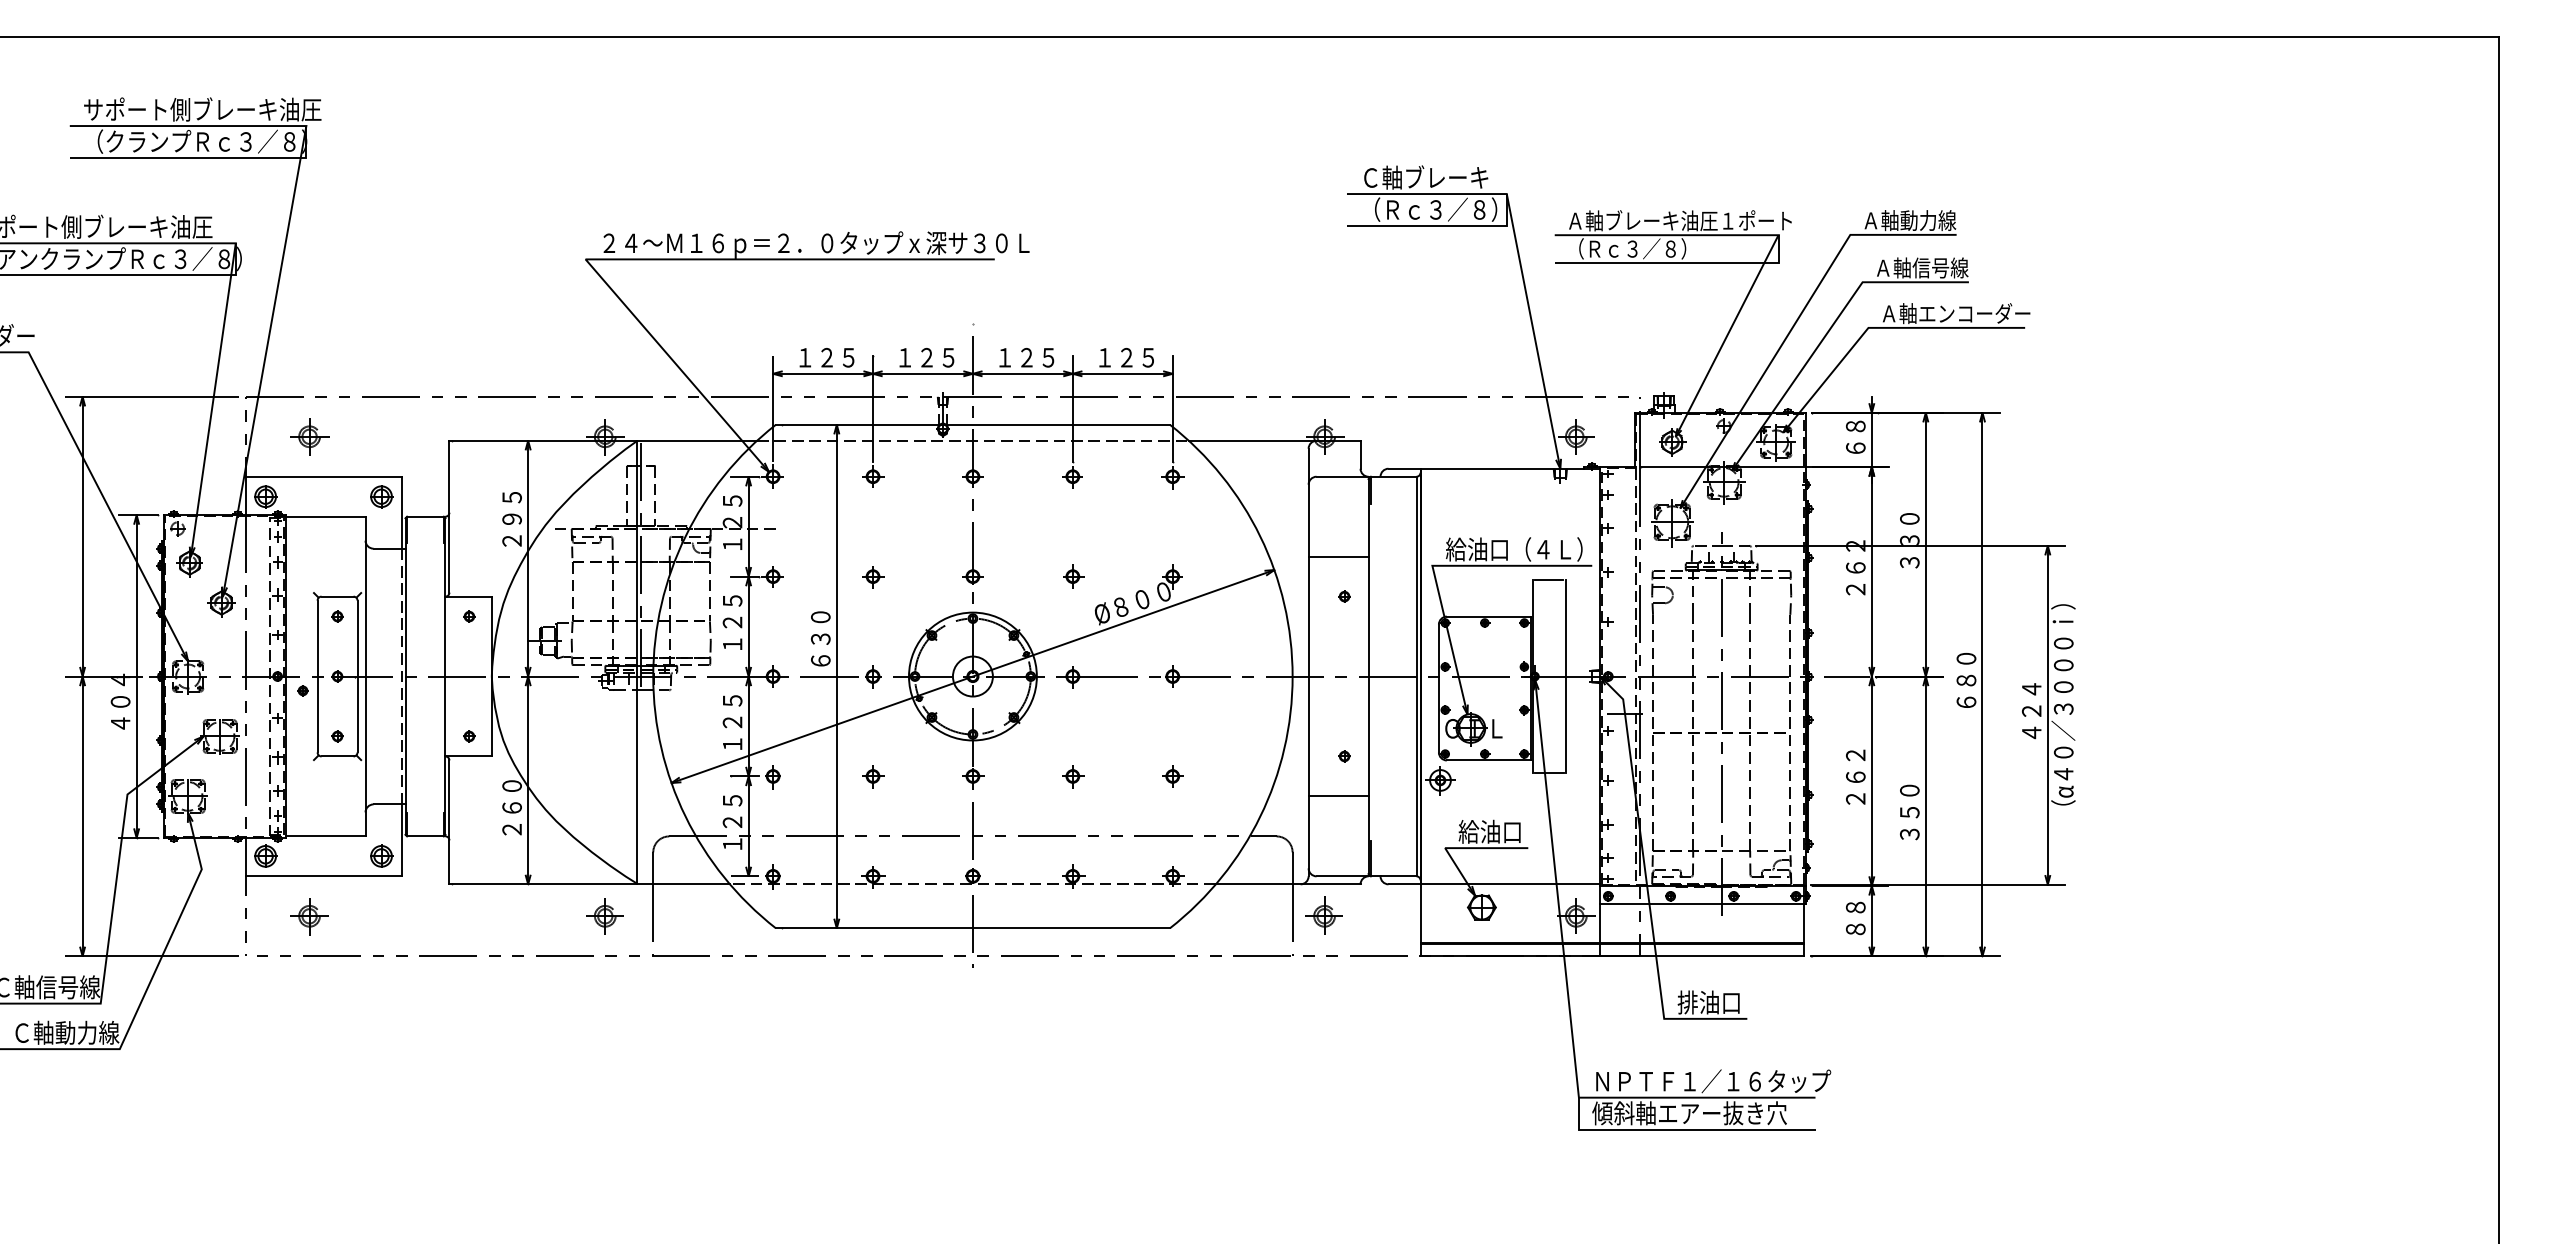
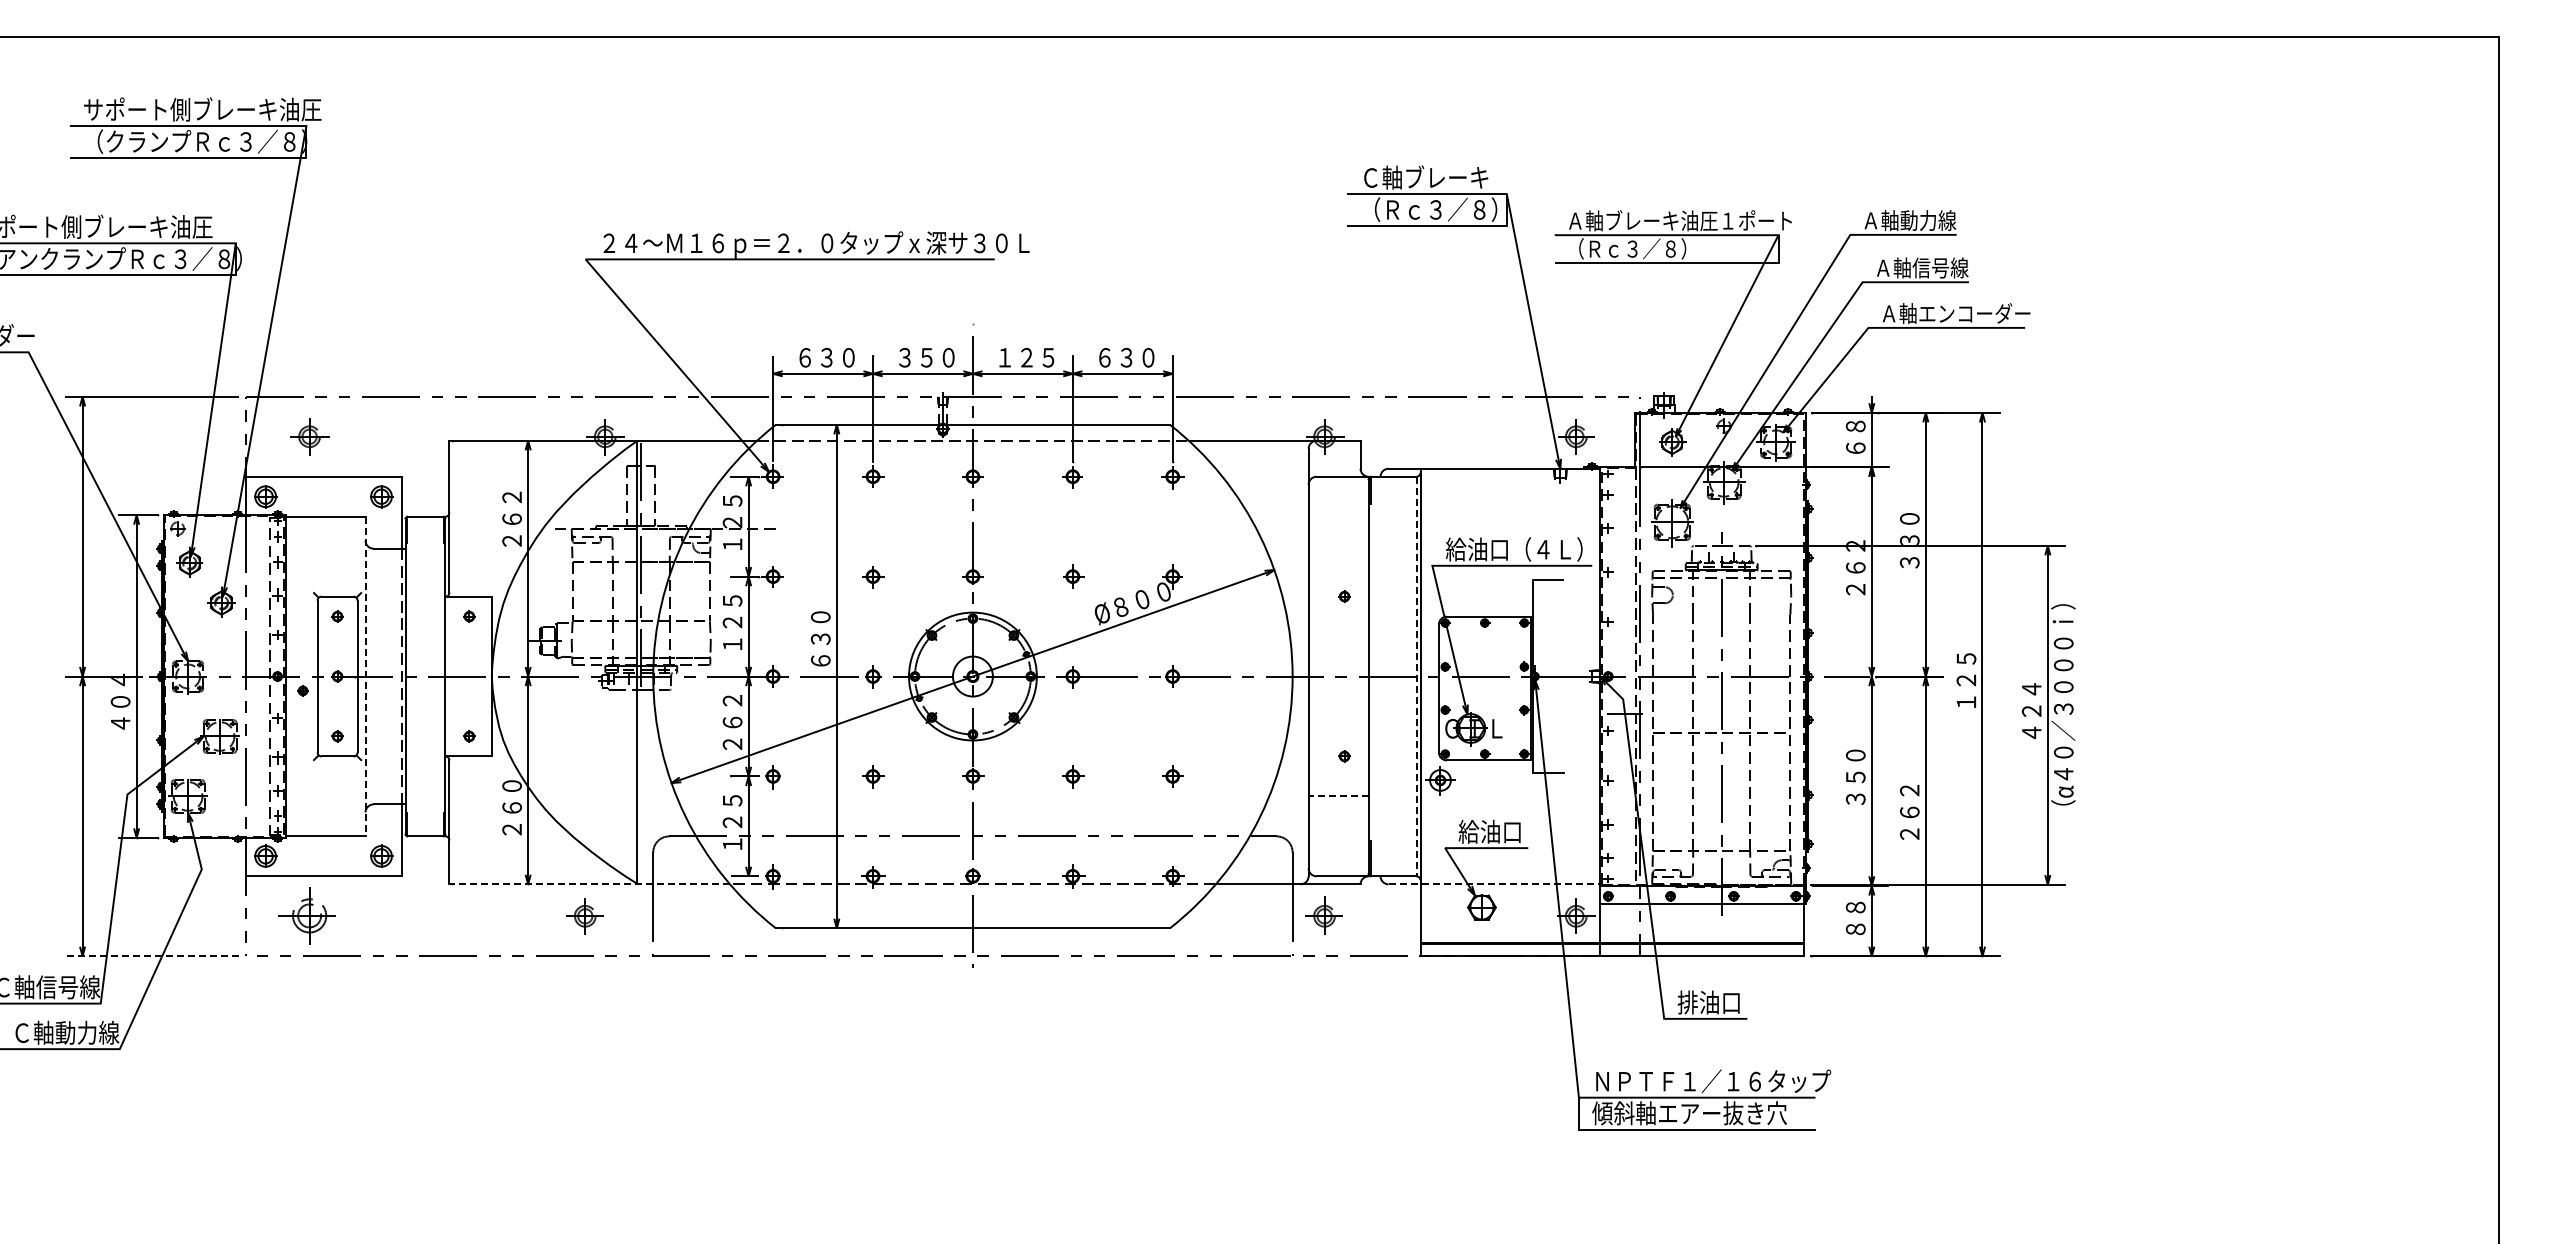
text at (826, 357): １２５ -> ６３０
text at (926, 357): １２５ -> ３５０
text at (1126, 357): １２５ -> ６３０
text at (511, 507): ２９５ -> ２６２
line at (1338, 556): present -> none
line at (365, 676): solid -> dashed
line at (1416, 676): solid -> dashed
line at (1565, 676): present -> none
text at (1966, 679): ６８０ -> １２５
text at (732, 722): １２５ -> ２６２
text at (1855, 776): ２６２ -> ３５０
line at (1338, 796): solid -> dashed
text at (1909, 812): ３５０ -> ２６２
line at (589, 884): solid -> dashed
line at (1494, 884): solid -> dashed
part at (309, 916) size: 39x38 px -> 58x58 px
part at (604, 916) position: (604, 916) -> (584, 916)
line at (151, 956): solid -> dashed
